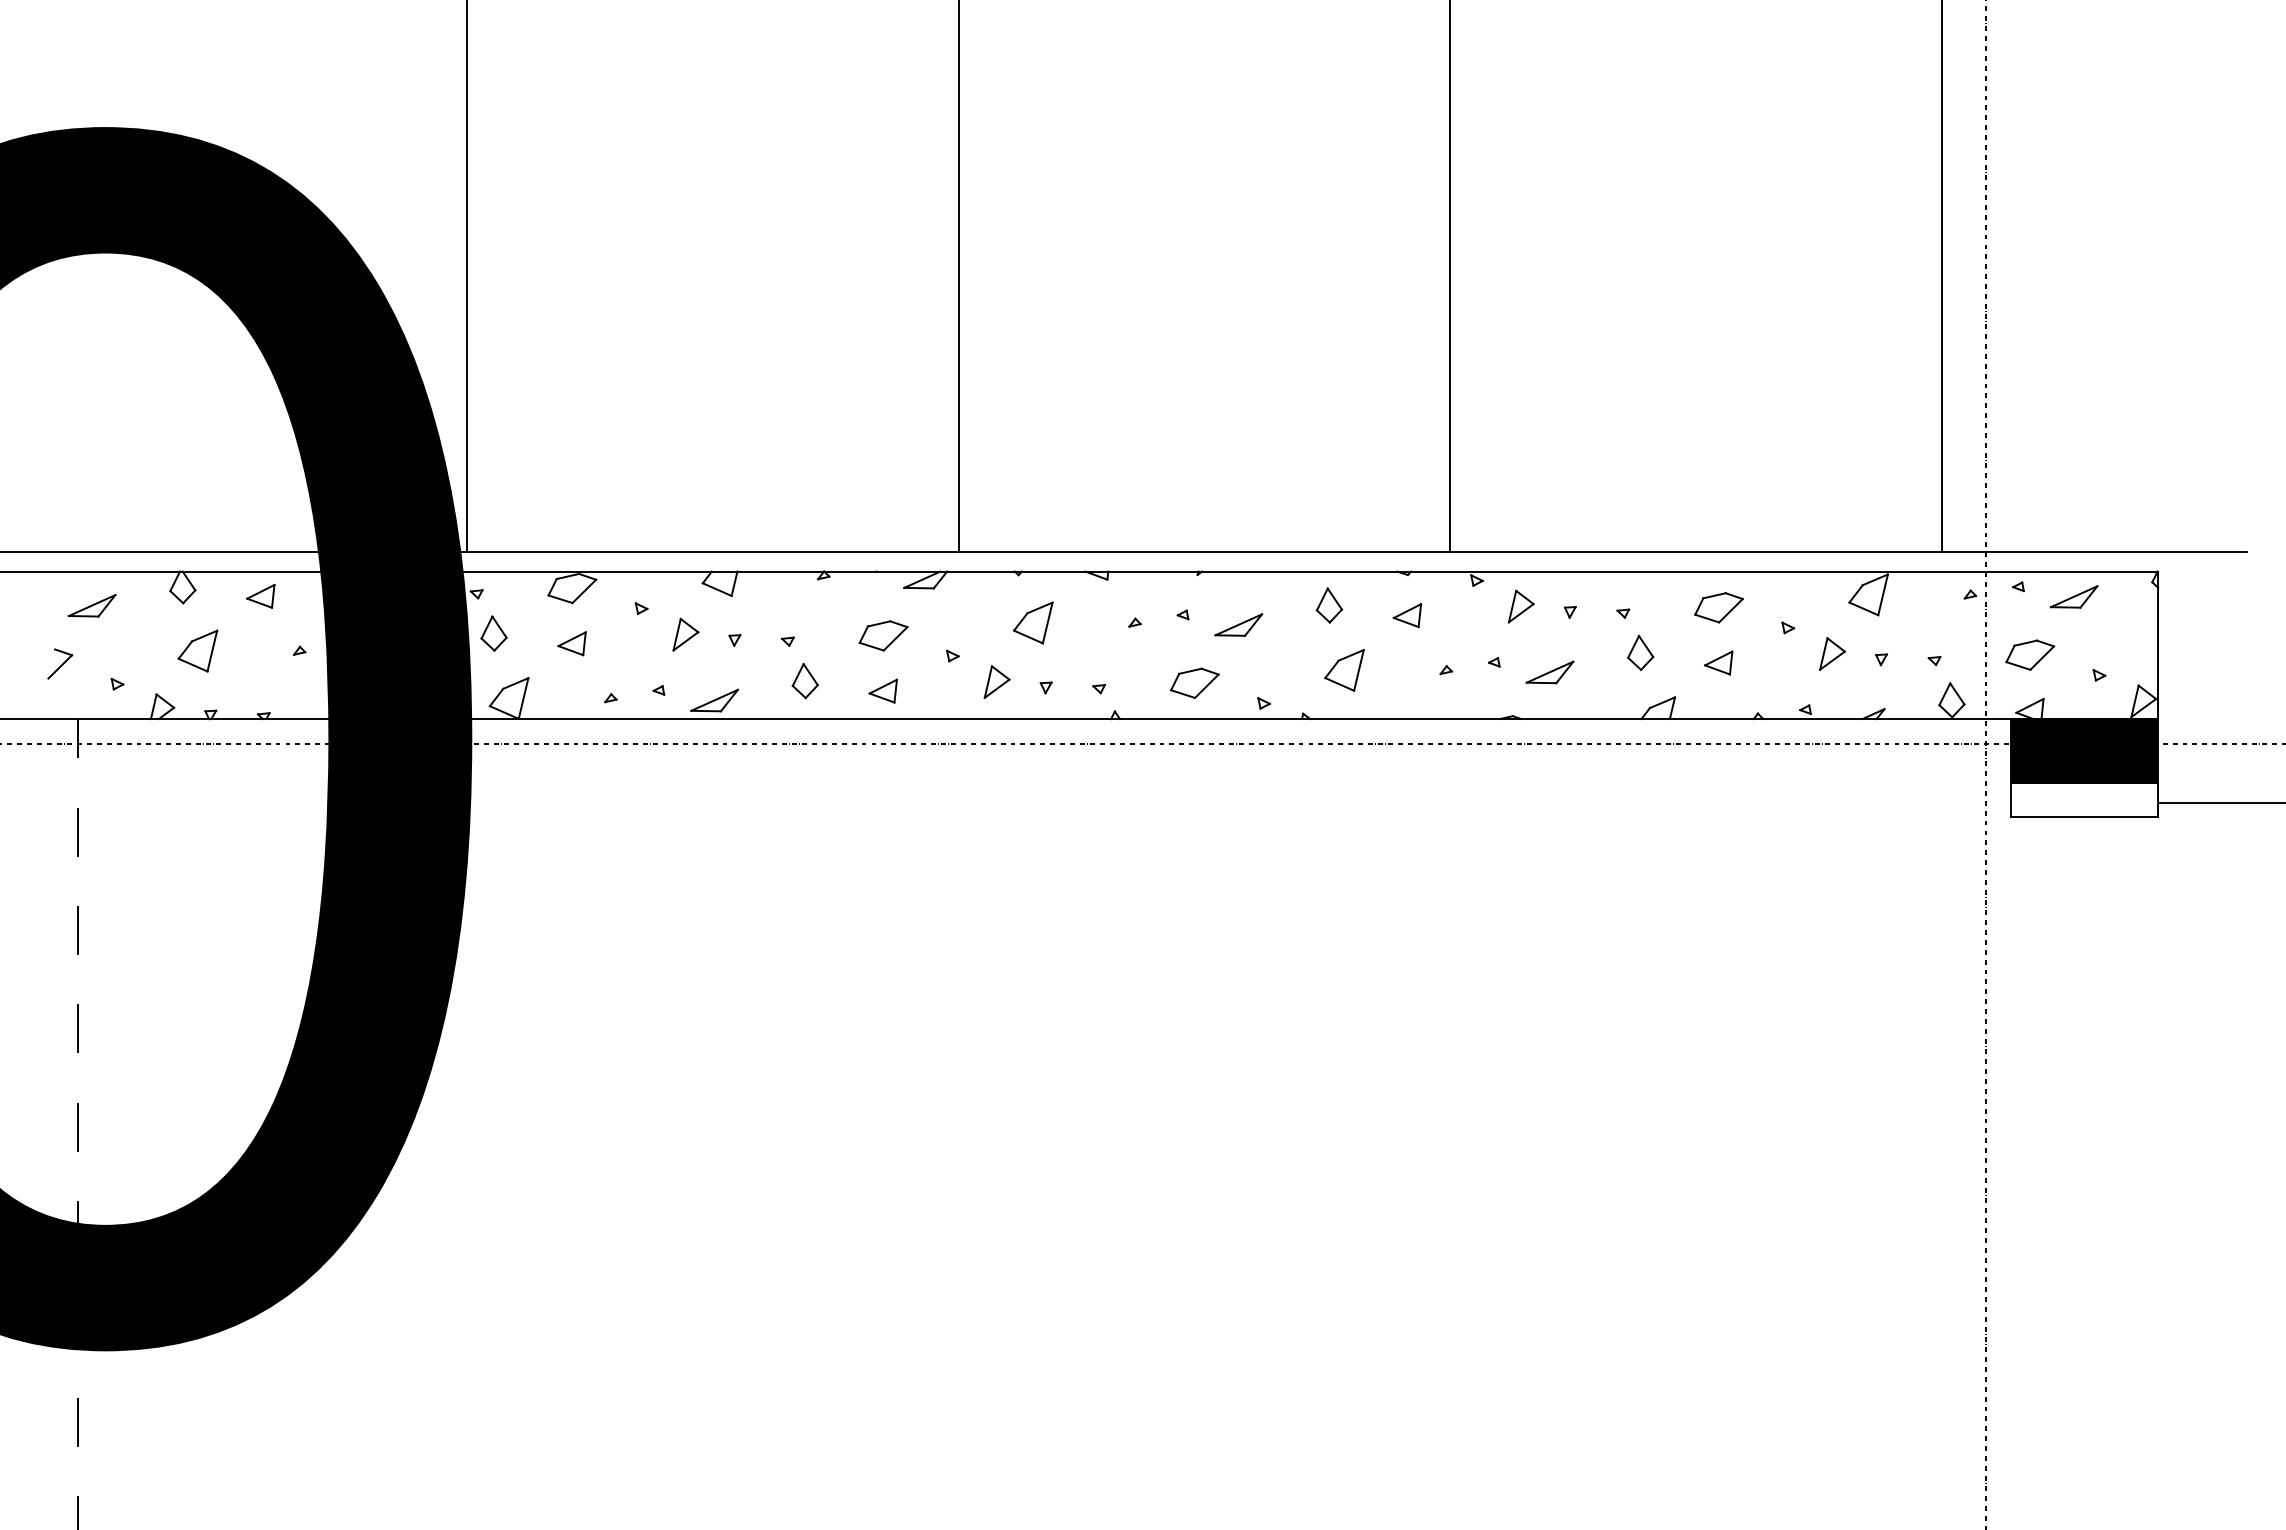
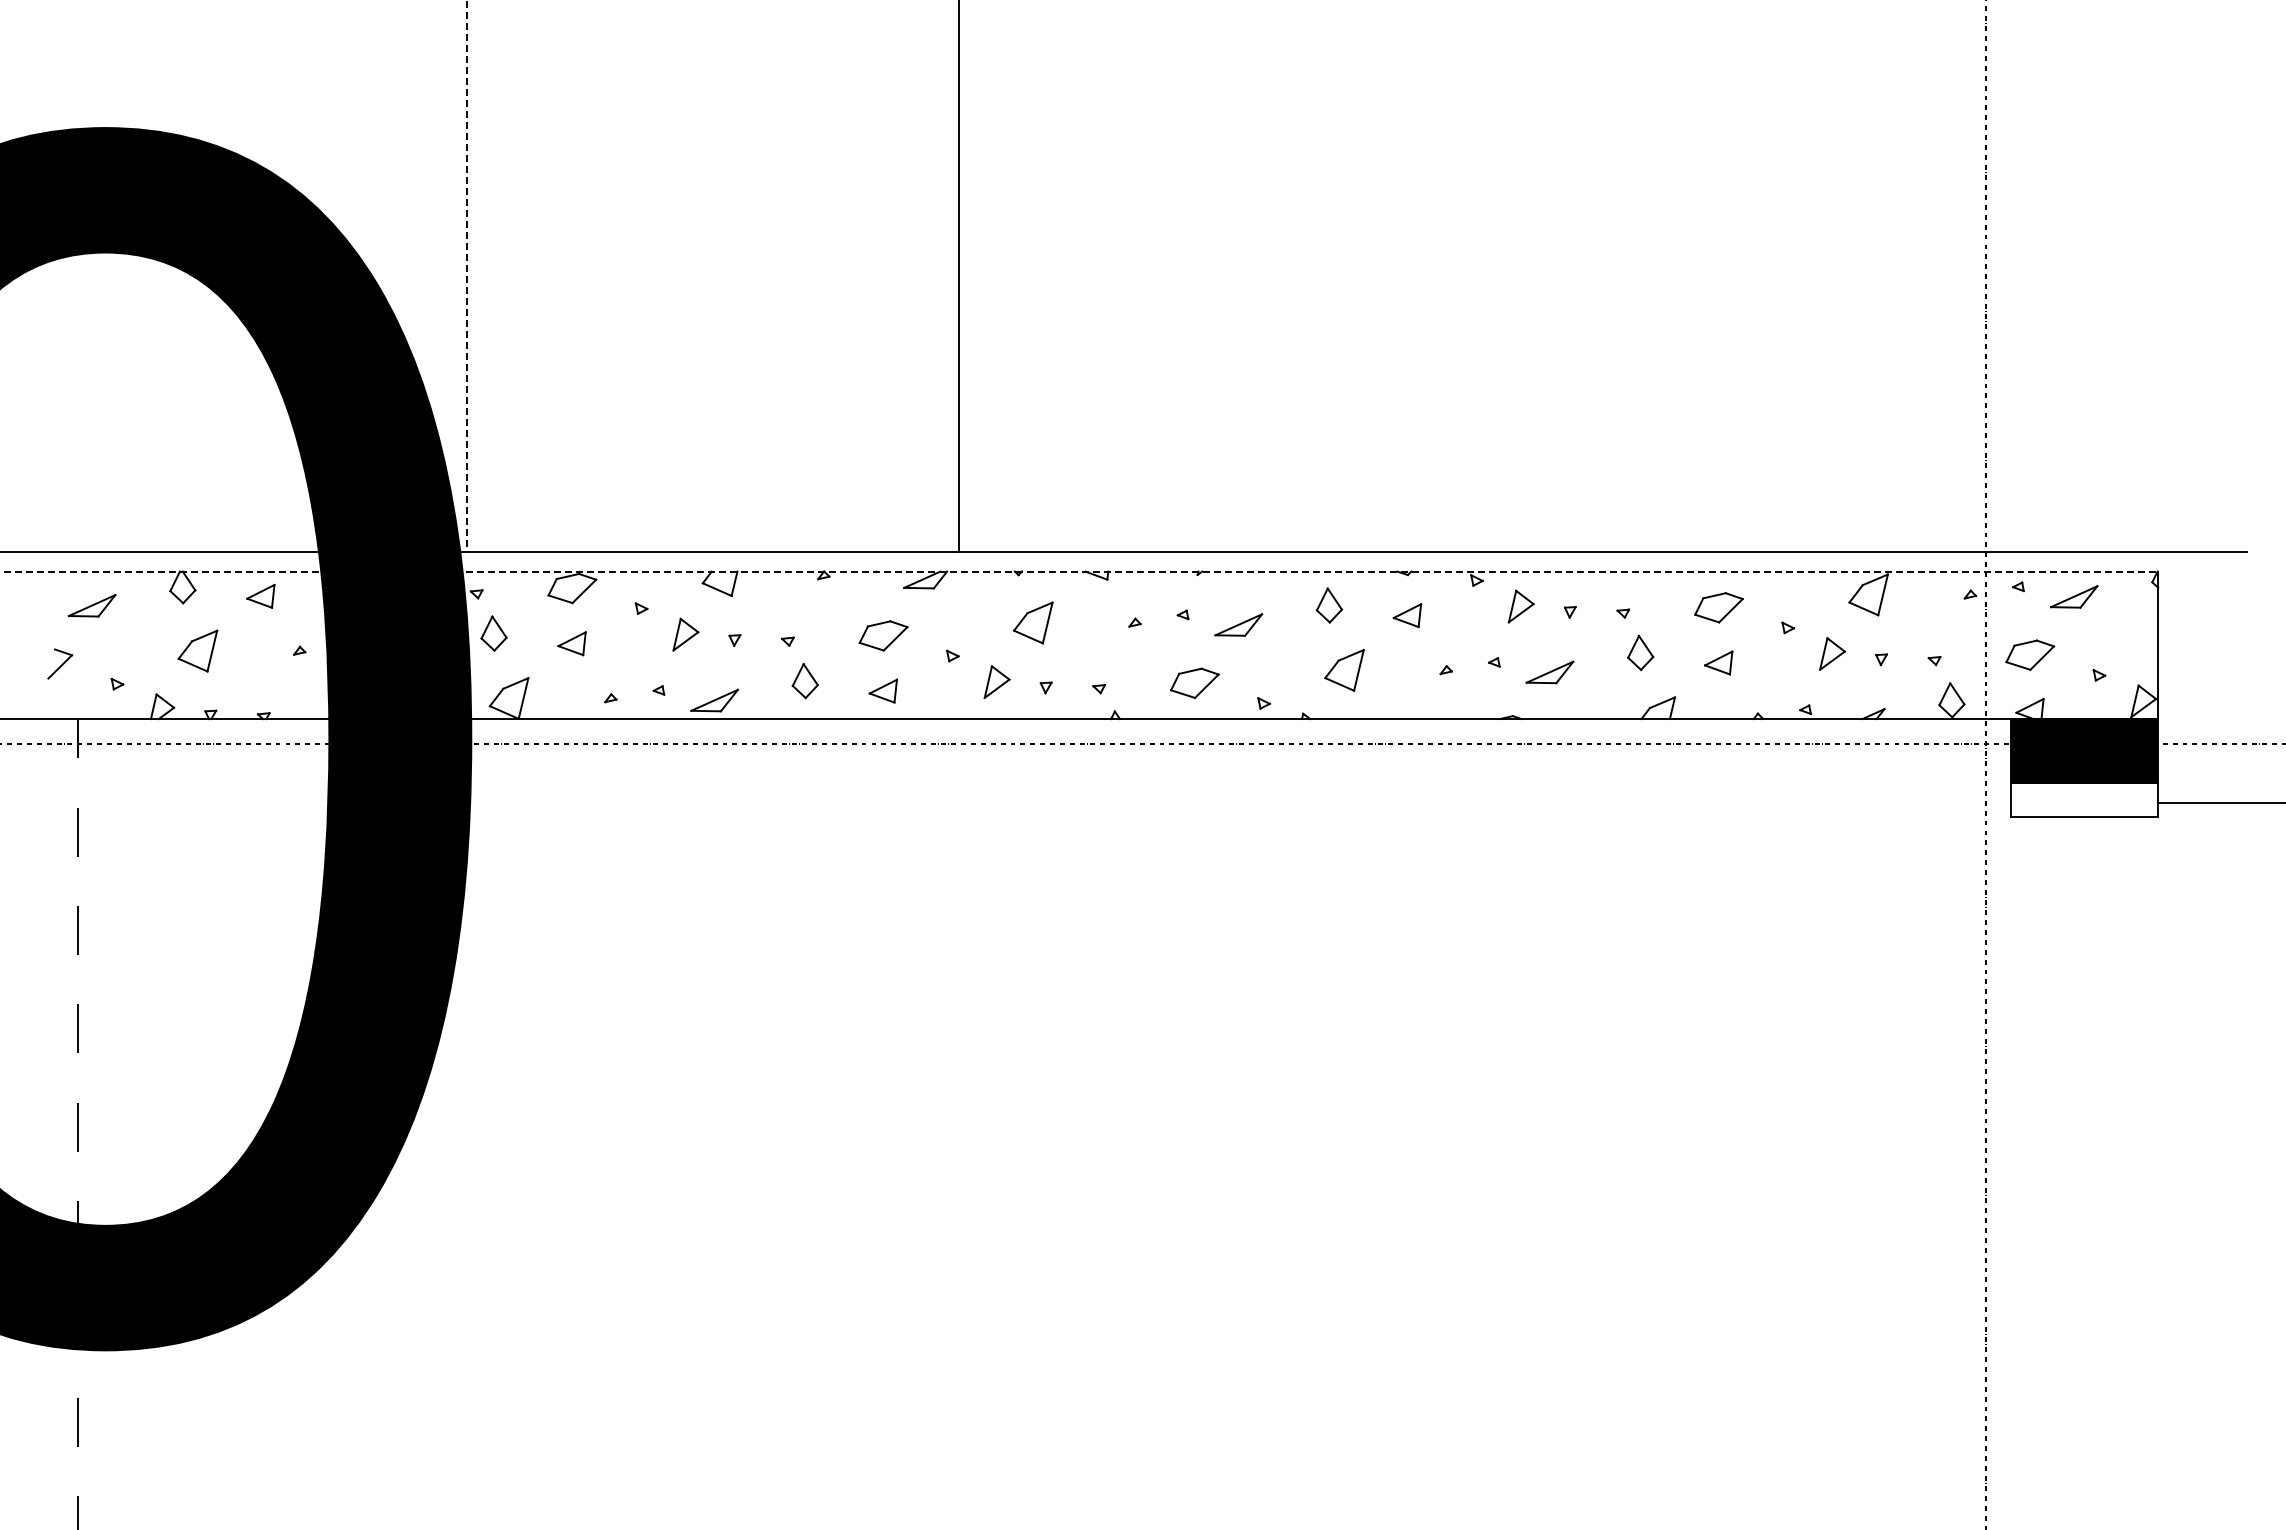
line at (466, 276): solid -> dashed
line at (1450, 276): present -> none
line at (1941, 276): present -> none
line at (1080, 571): solid -> dashed
